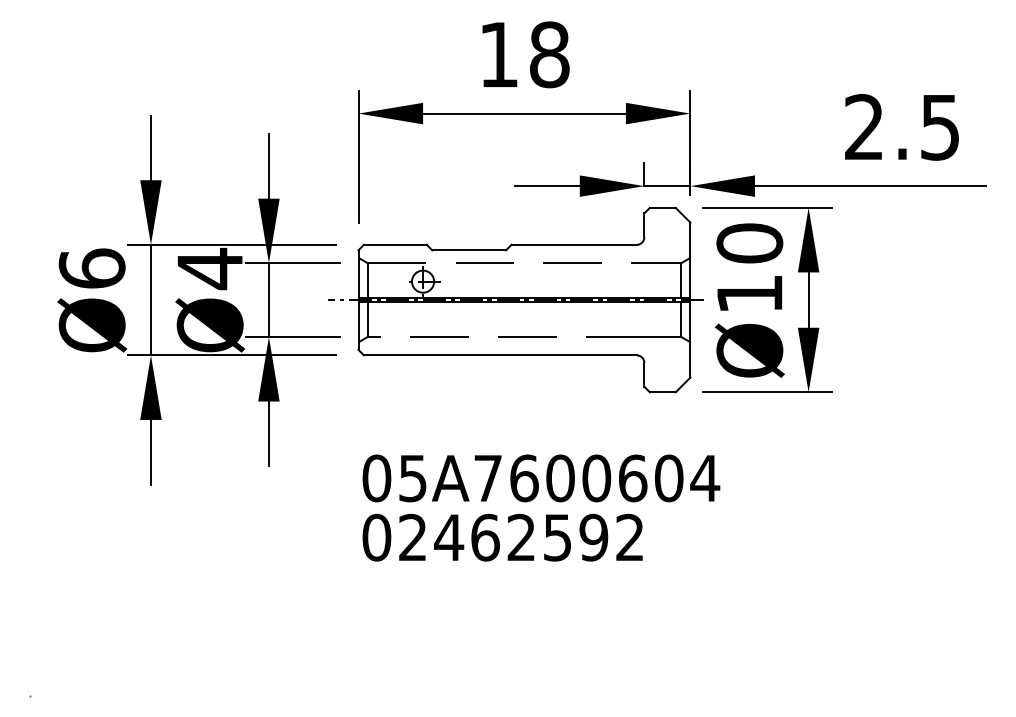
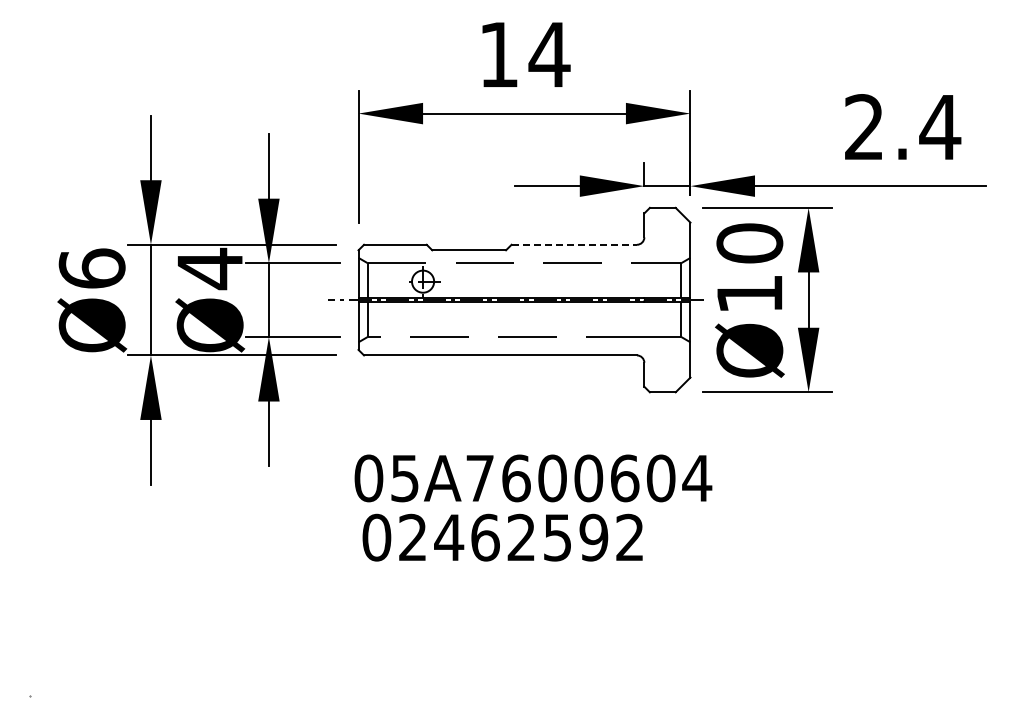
text at (549, 54): 18 -> 14
text at (940, 127): 2.5 -> 2.4
line at (574, 244): solid -> dashed
text at (541, 478) position: (541, 478) -> (533, 478)
